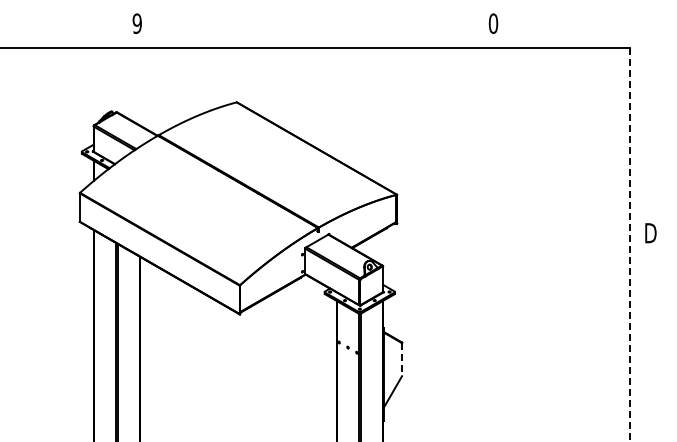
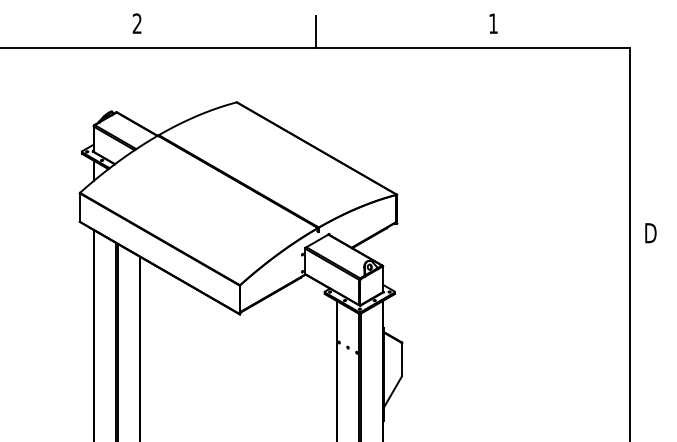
text at (136, 23): 9 -> 2
text at (493, 23): 0 -> 1
line at (315, 31): none -> present
line at (629, 244): dashed -> solid
line at (402, 360): dashed -> solid
